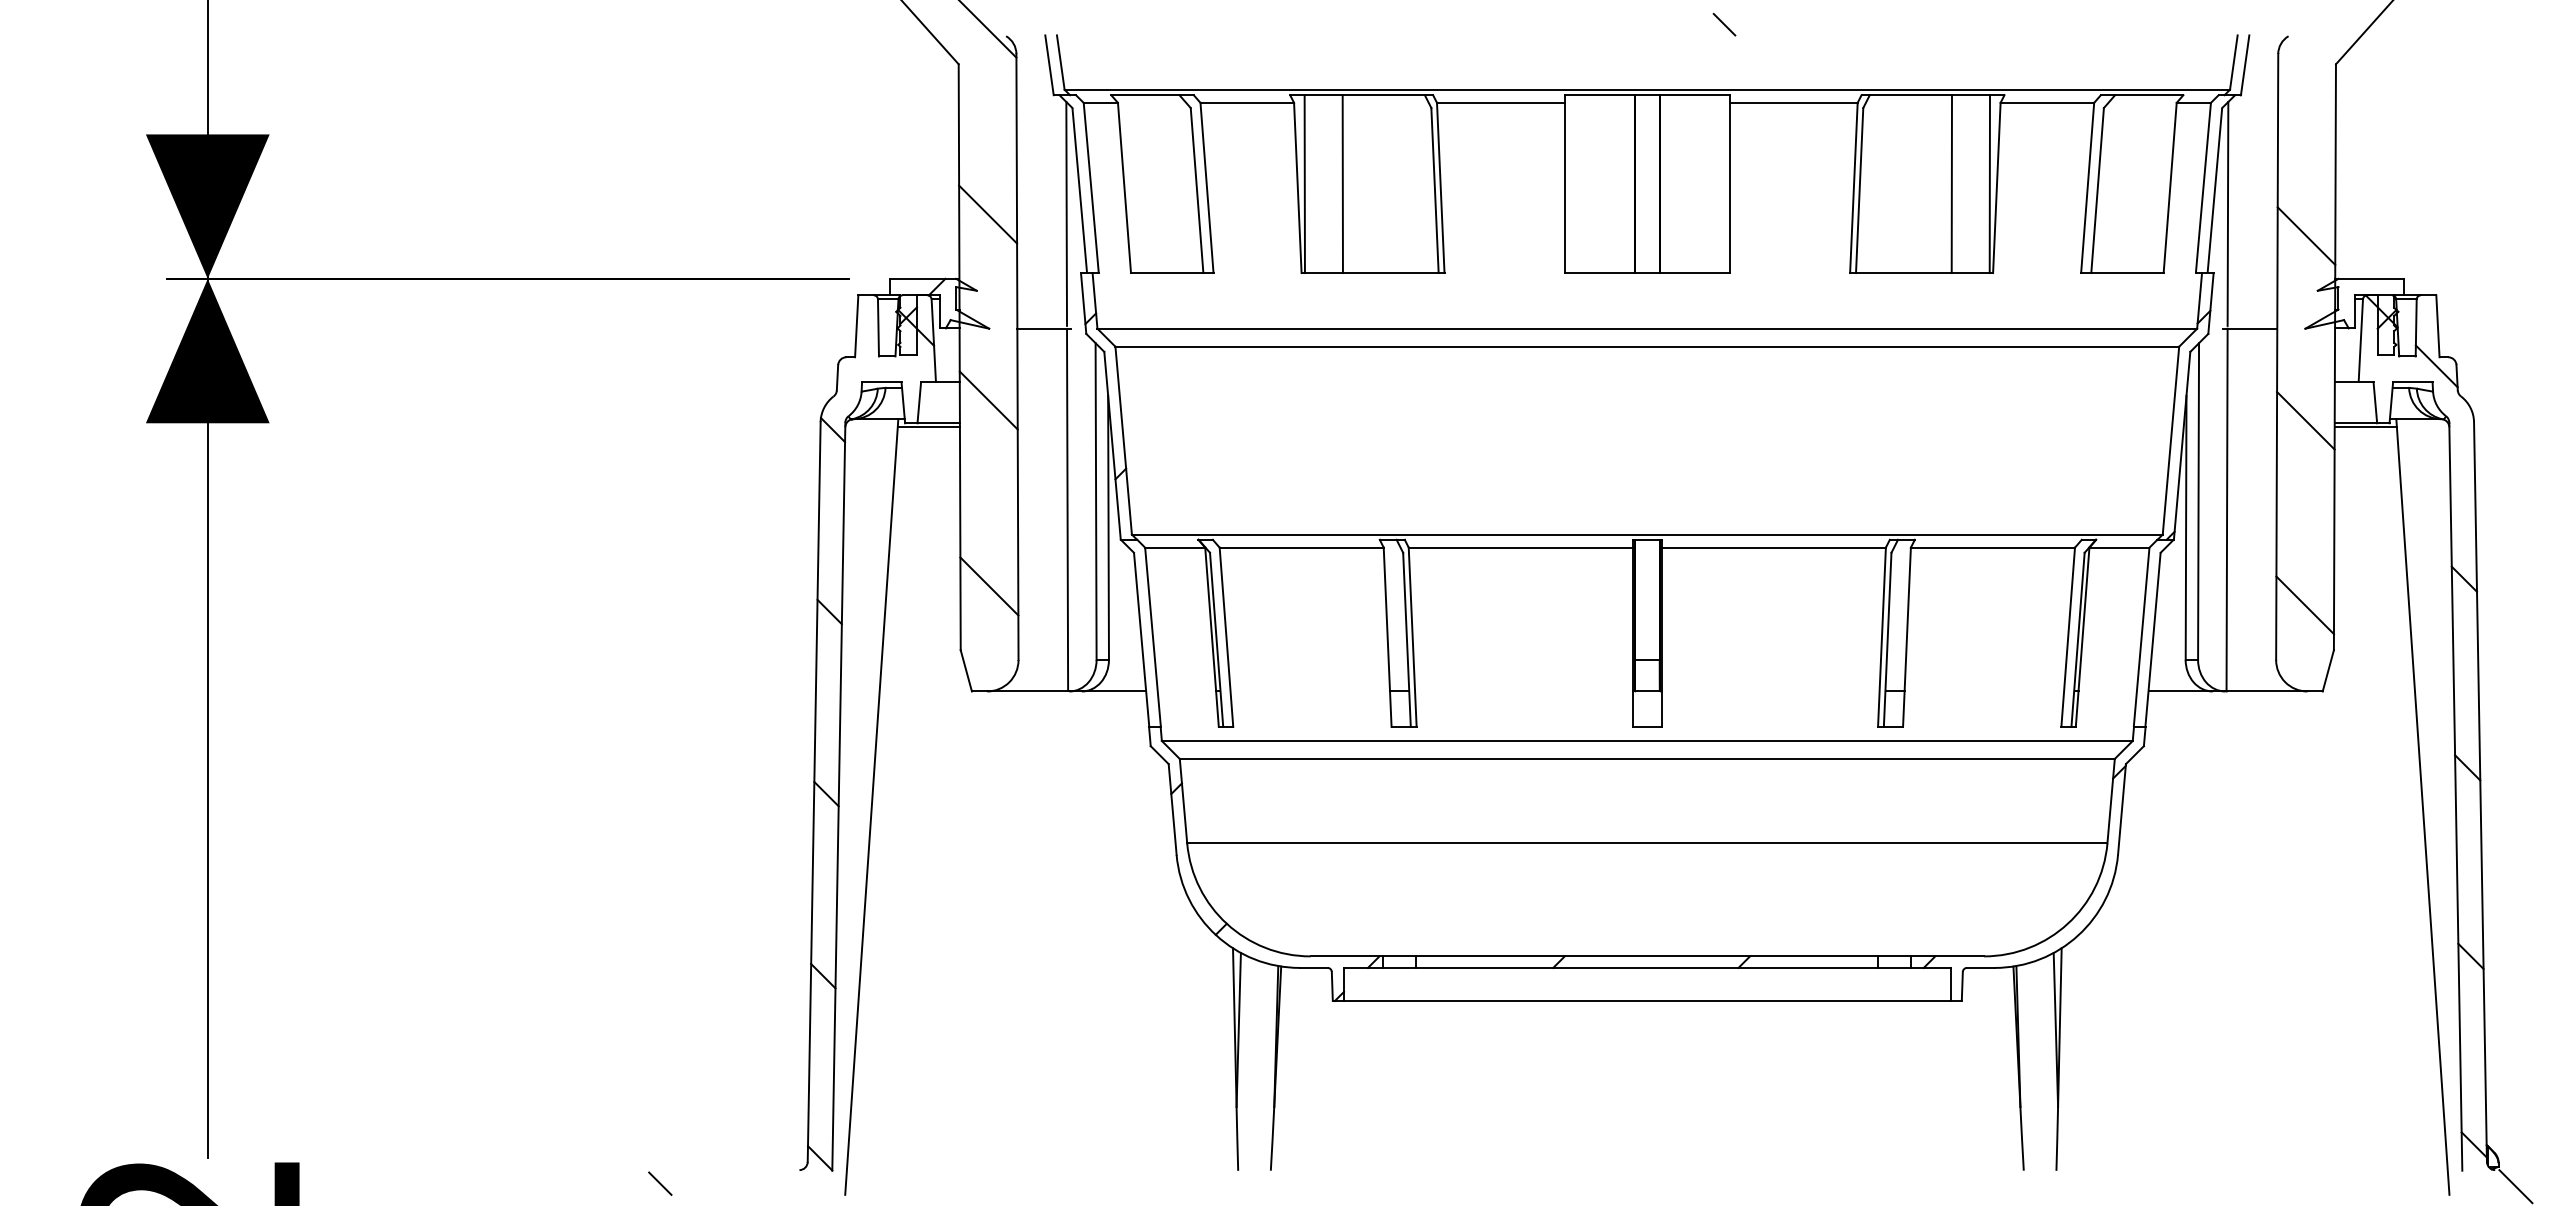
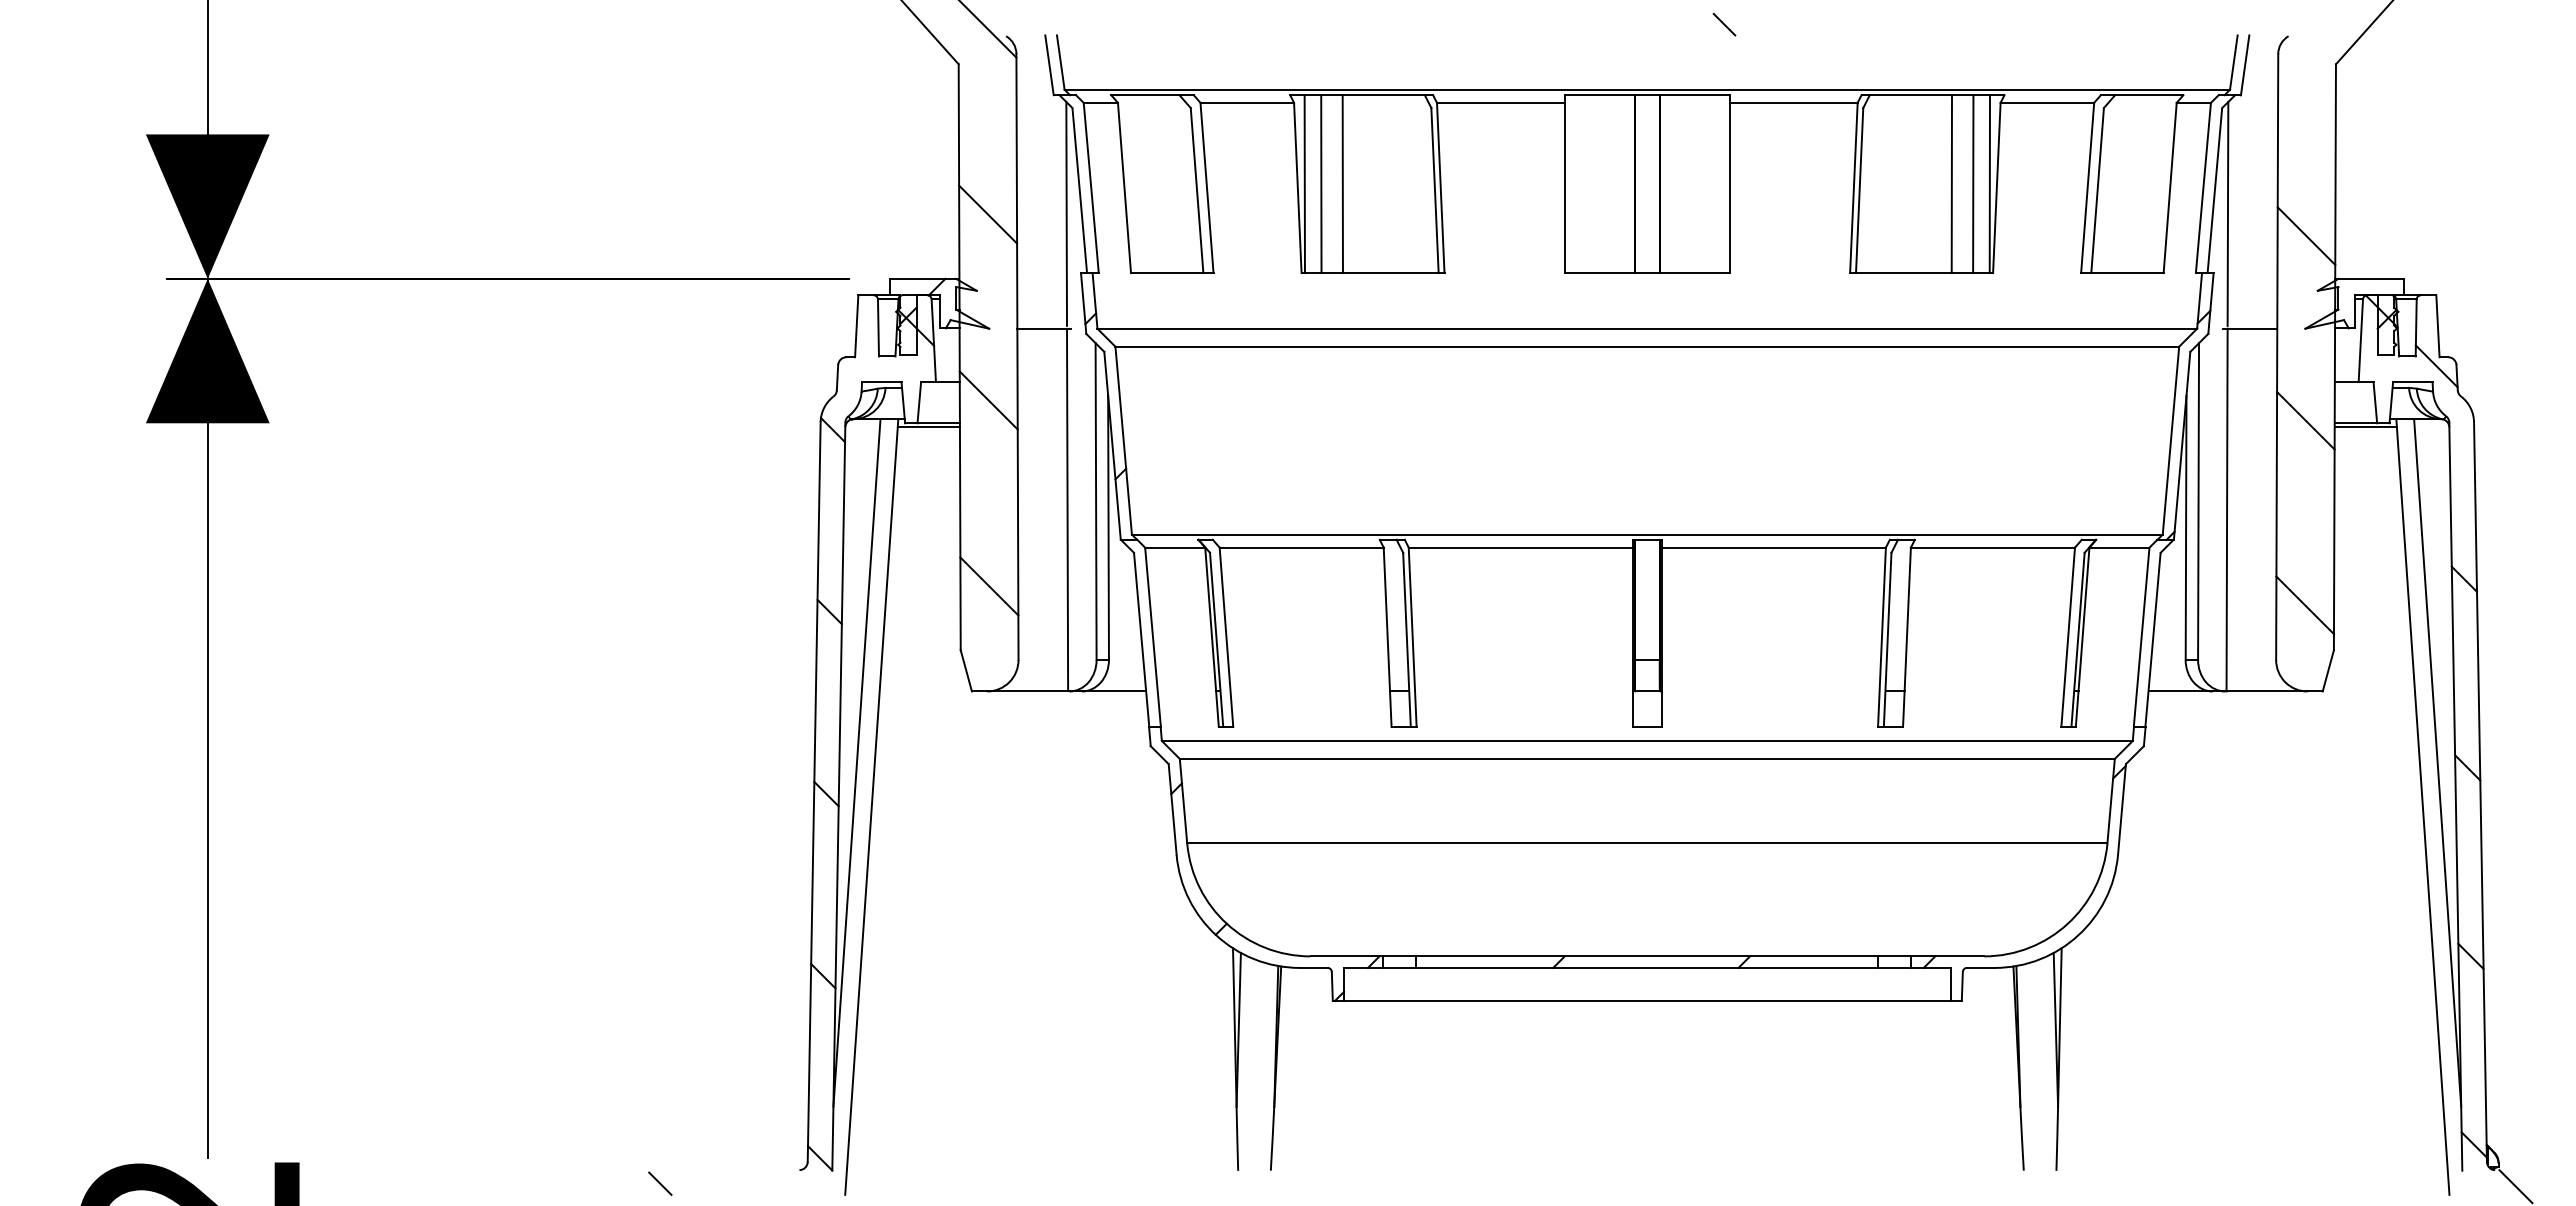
line at (1321, 184): none -> present
line at (1973, 184): none -> present
line at (856, 762): none -> present
line at (2437, 762): none -> present
